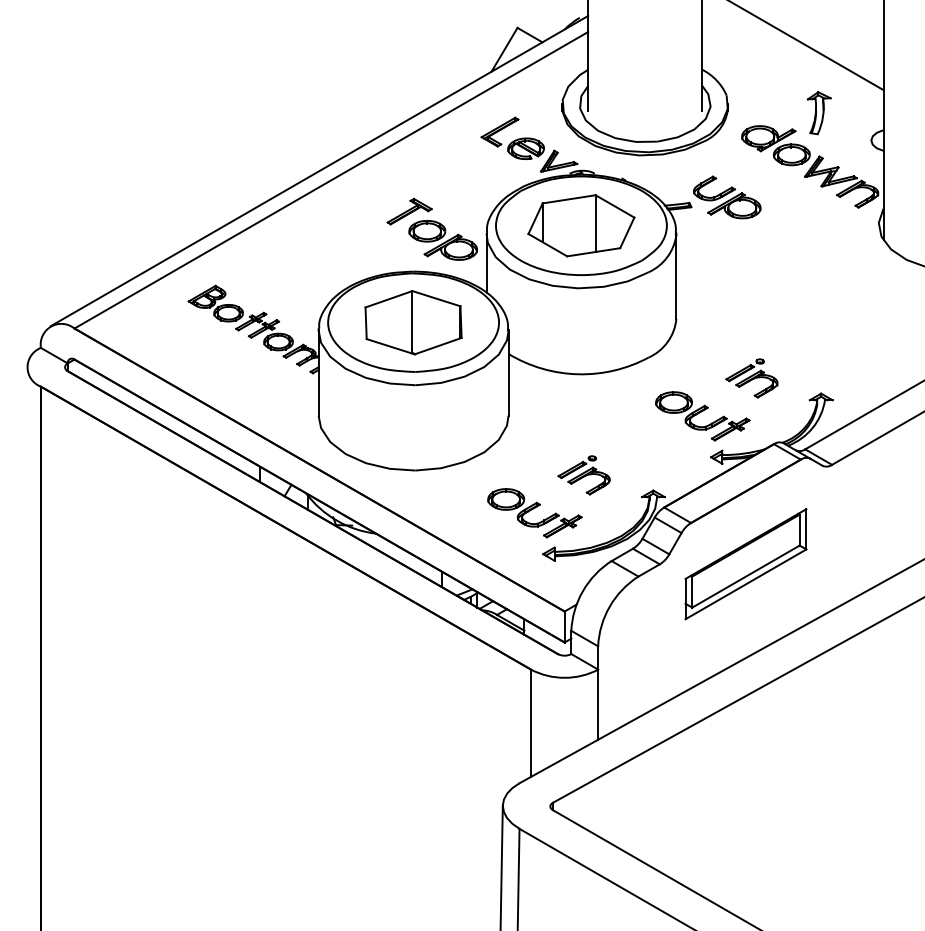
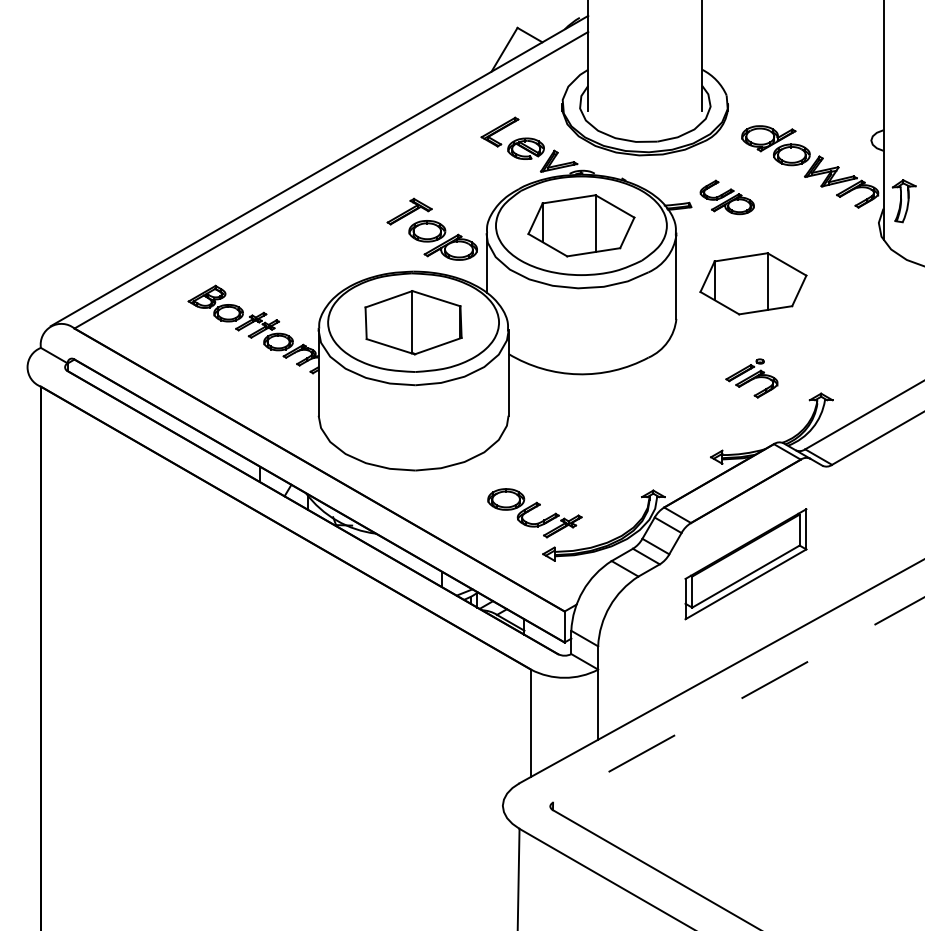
line at (807, 46): present -> none
part at (818, 113) position: (818, 113) -> (903, 201)
part at (727, 197) size: 69x45 px -> 56x37 px
part at (753, 283): none -> present
part at (702, 416): present -> none
part at (583, 475): present -> none
line at (738, 700): solid -> dashed
line at (501, 866): present -> none
